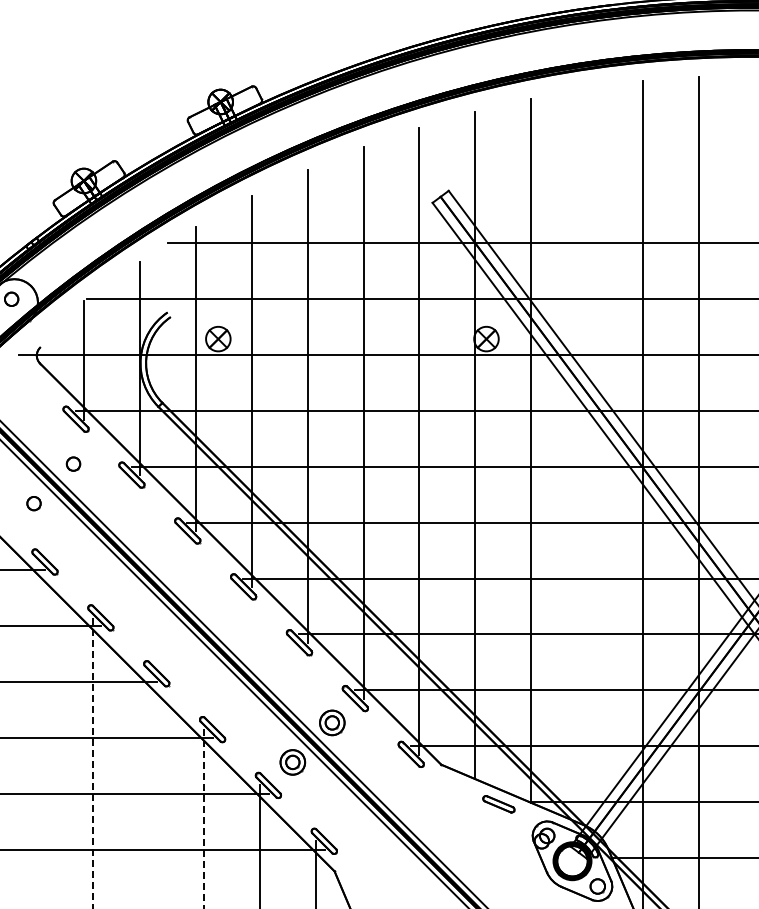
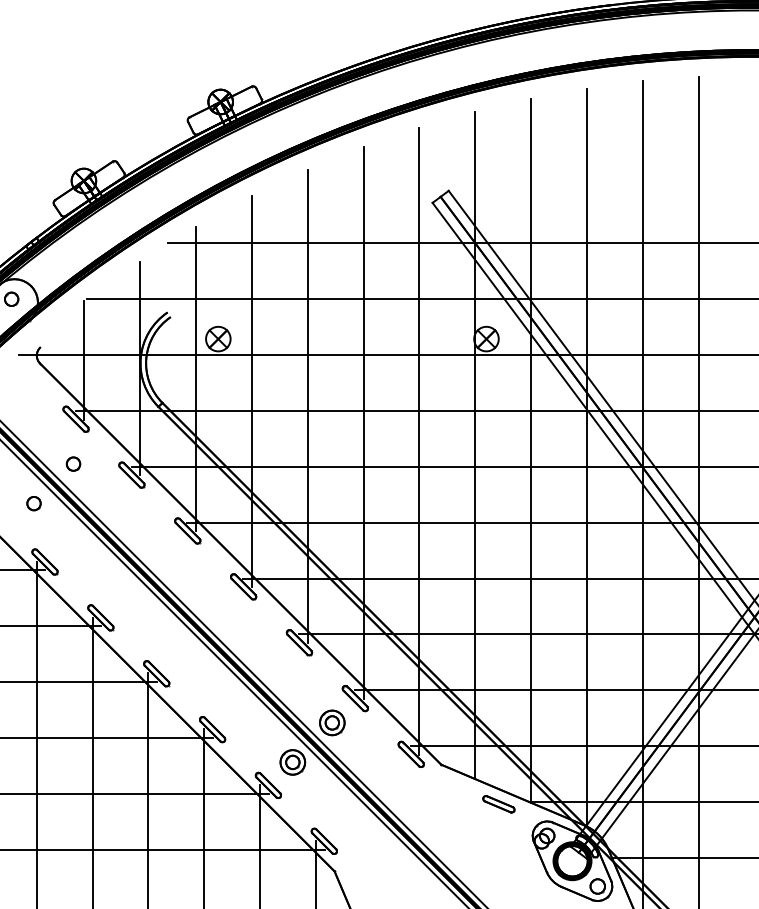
line at (587, 457): none -> present
line at (36, 733): none -> present
line at (92, 763): dashed -> solid
line at (148, 789): none -> present
line at (204, 819): dashed -> solid
